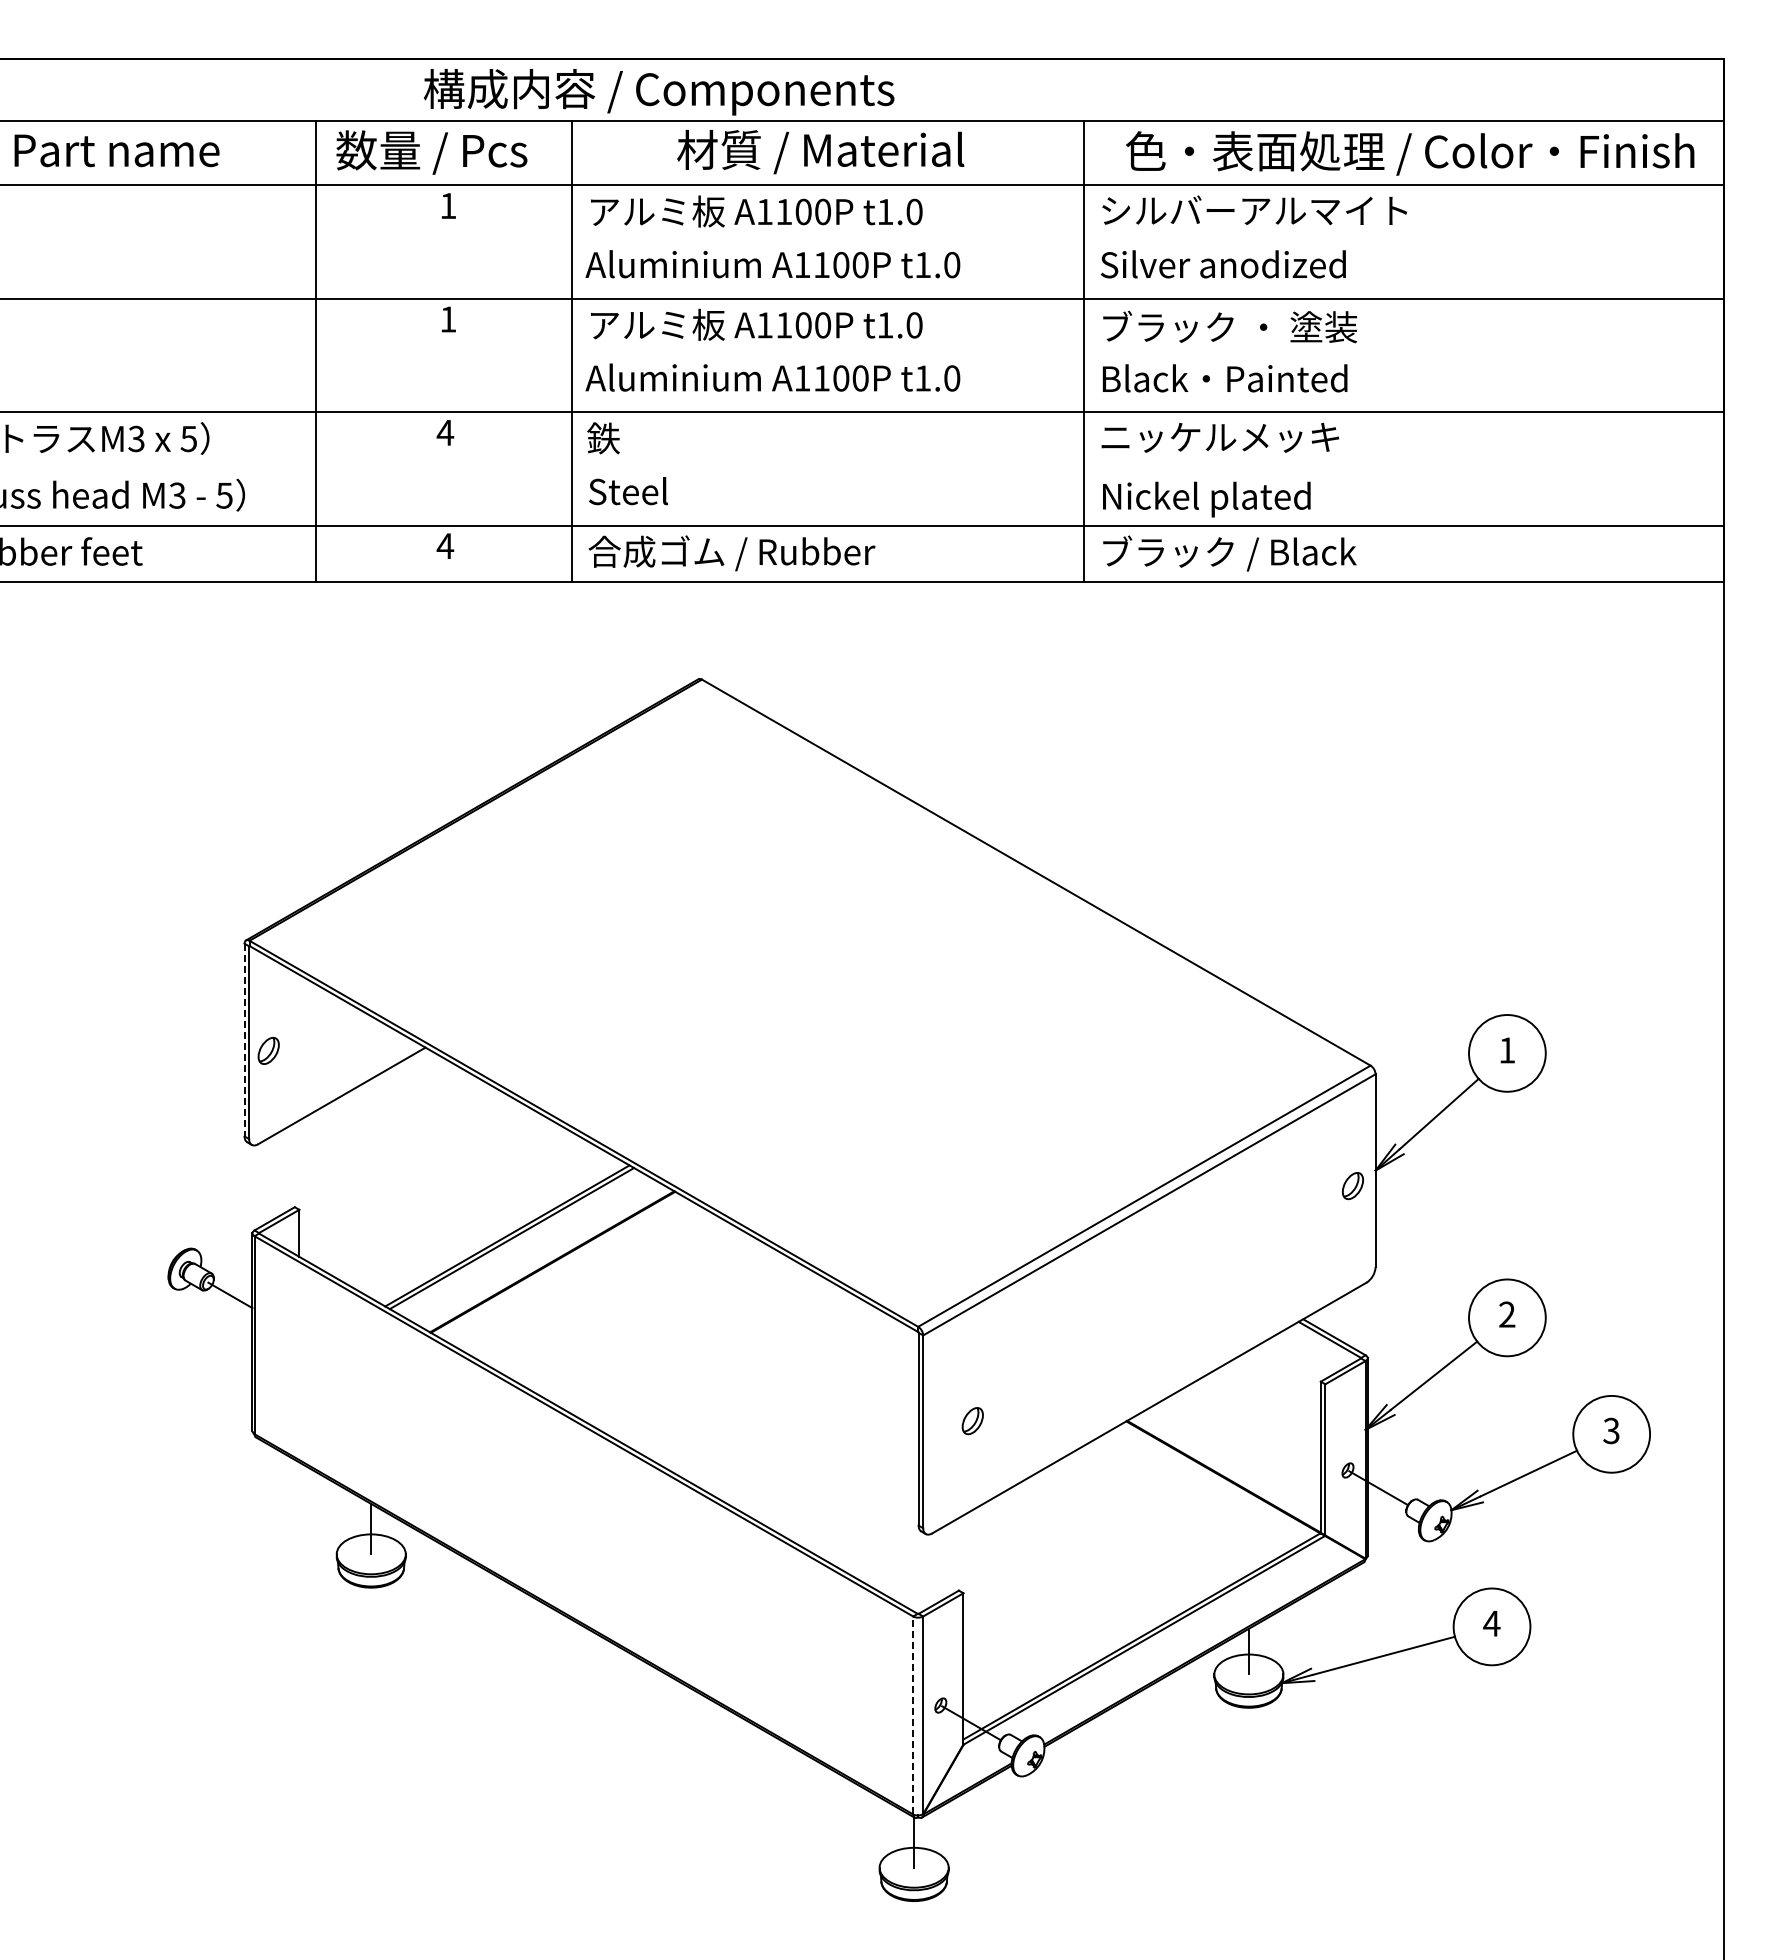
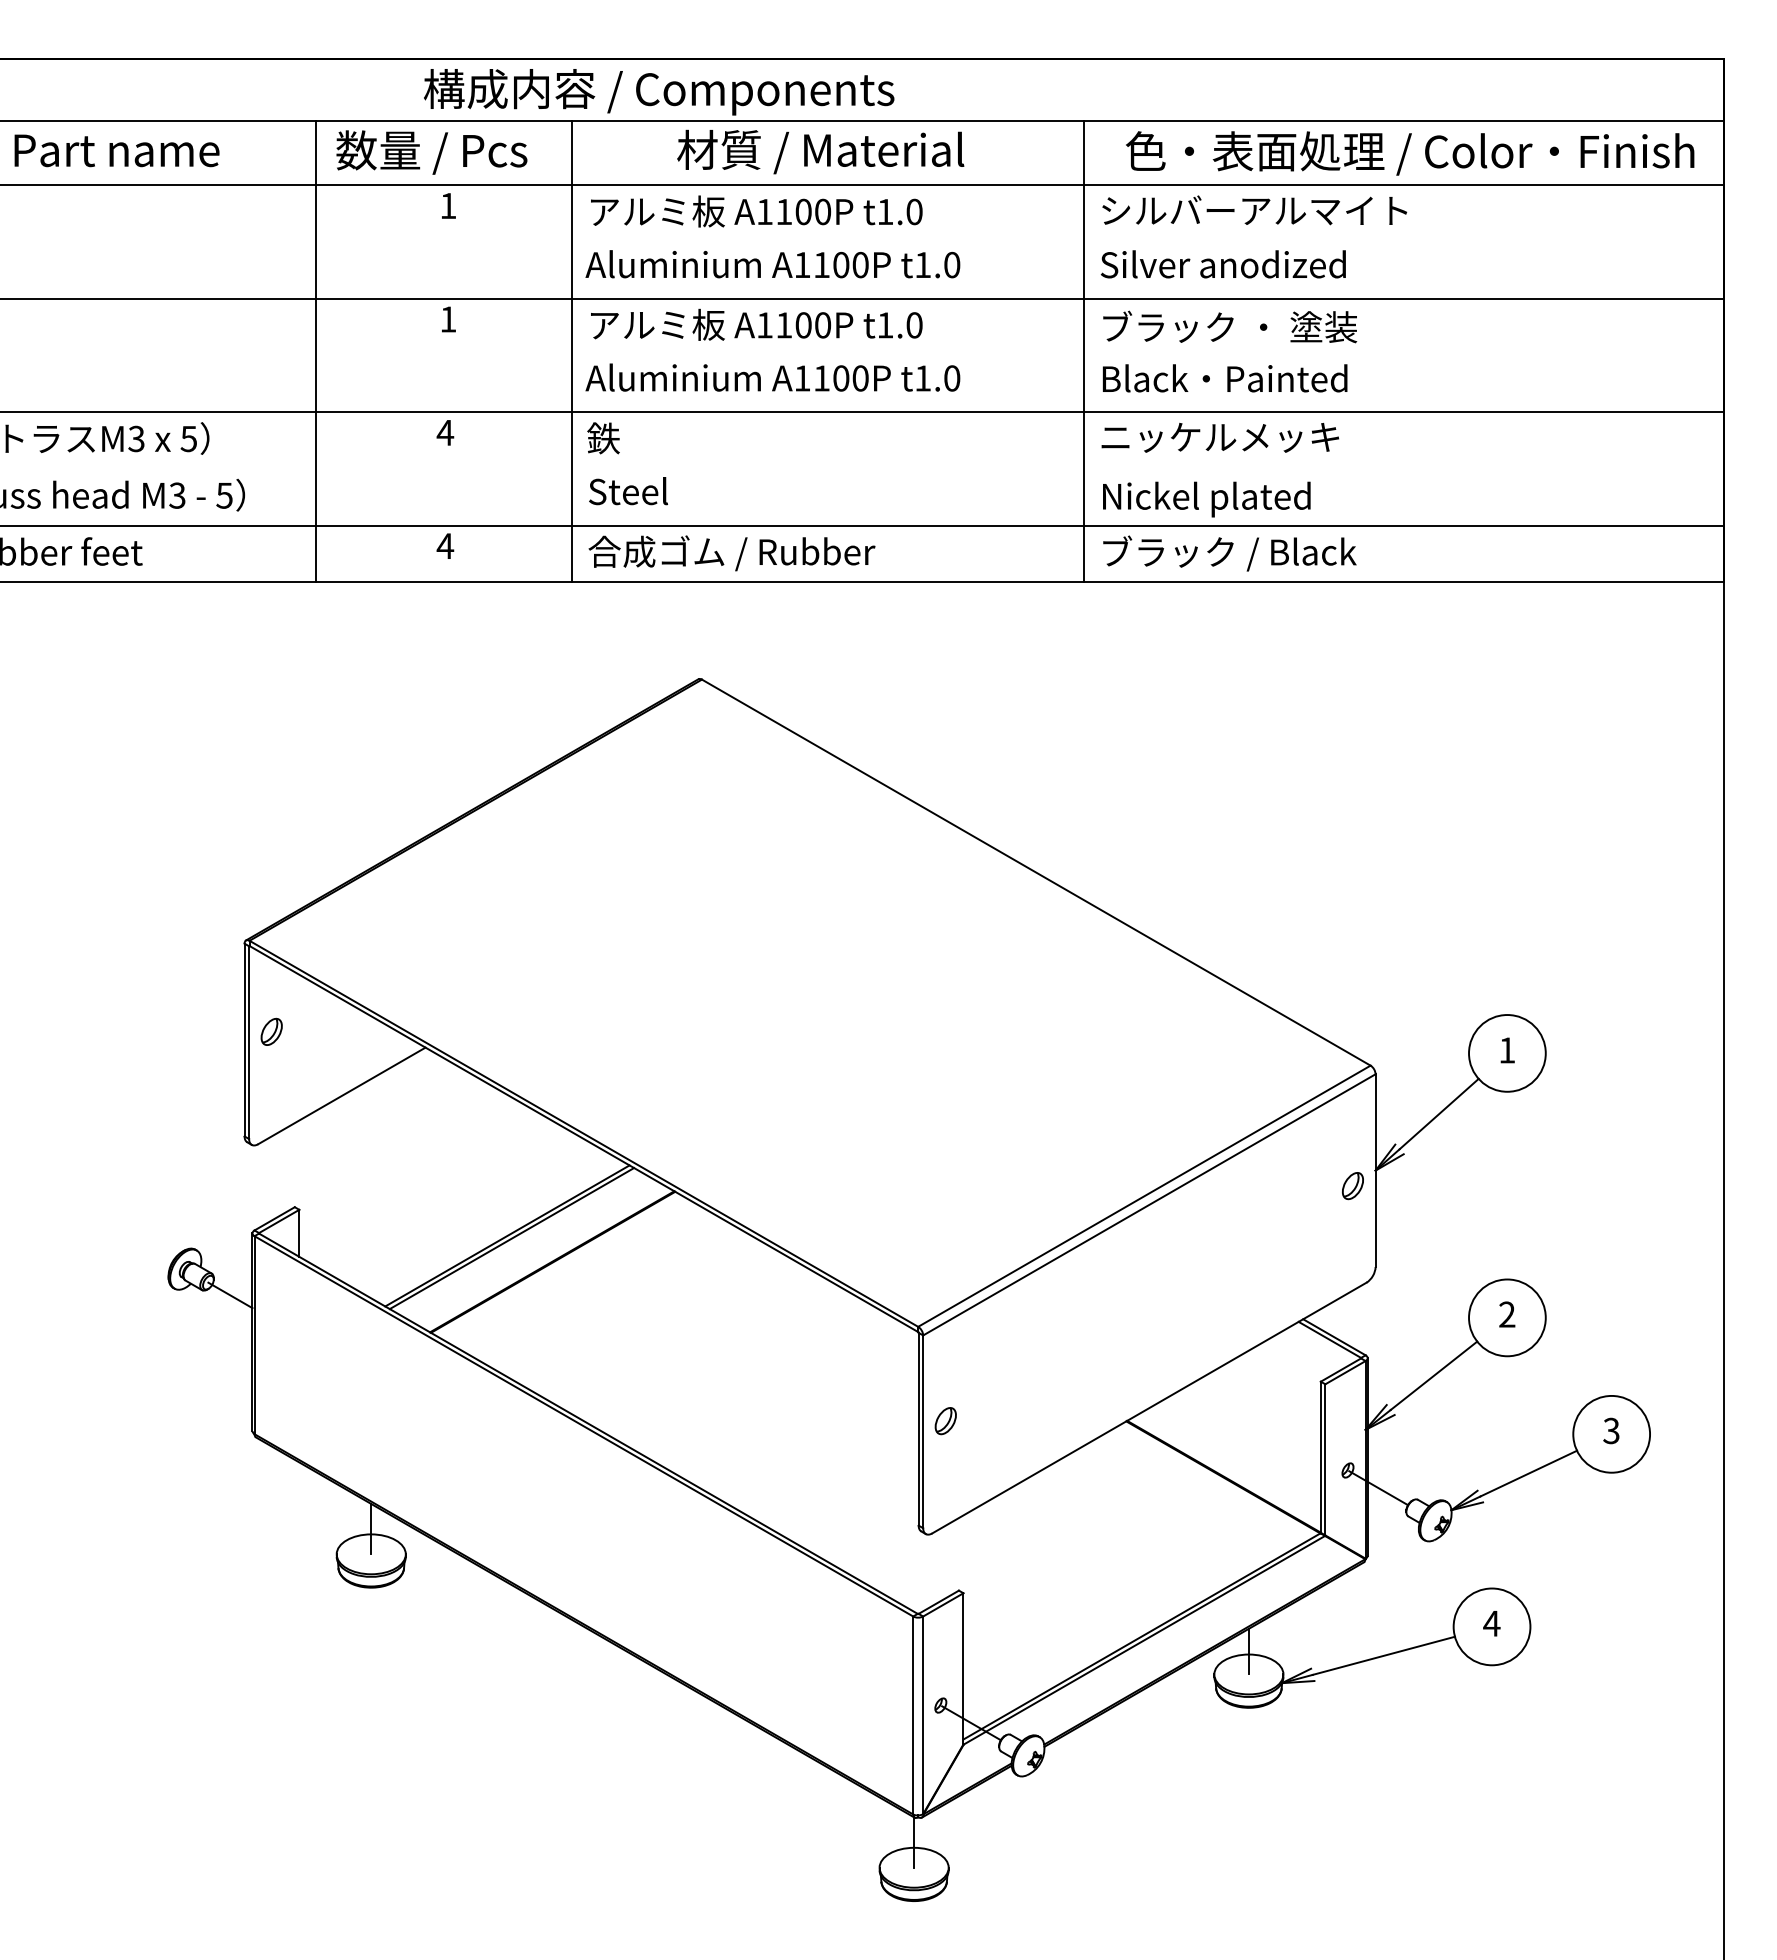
line at (244, 1040): dashed -> solid
part at (268, 1050) position: (268, 1050) -> (271, 1031)
part at (972, 1421) position: (972, 1421) -> (945, 1421)
line at (913, 1715): dashed -> solid
